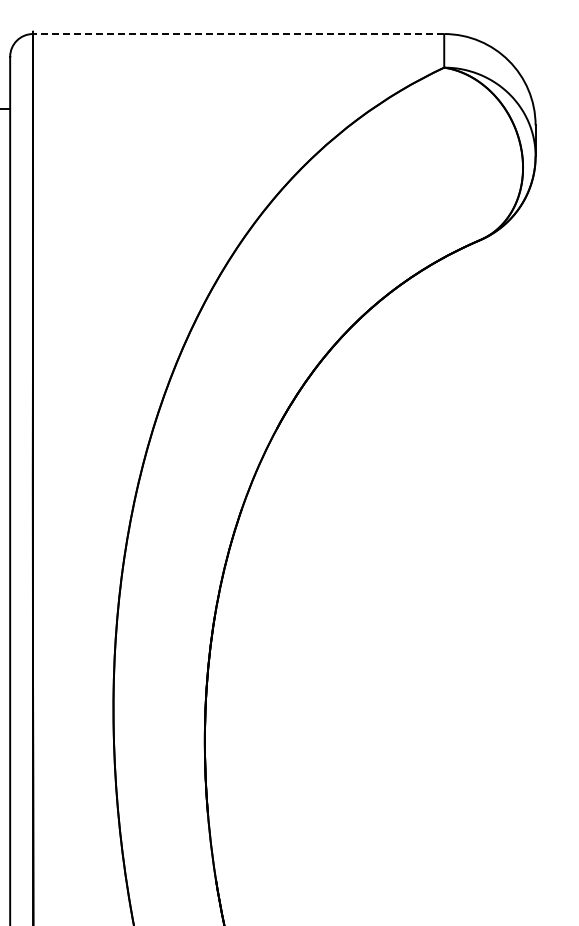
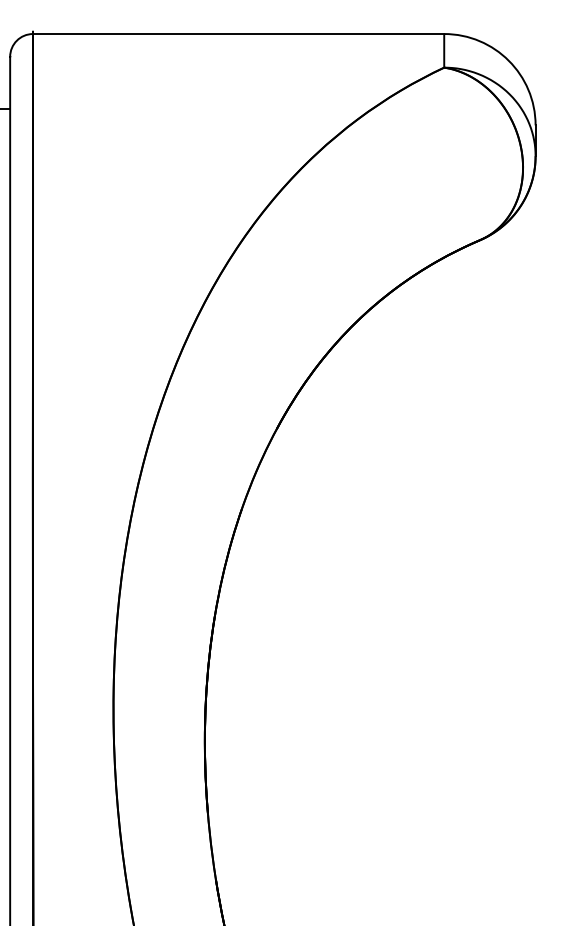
line at (238, 34): dashed -> solid
